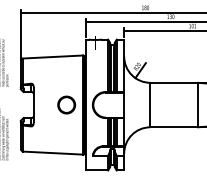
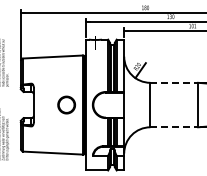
line at (174, 82): solid -> dashed
line at (174, 127): solid -> dashed
